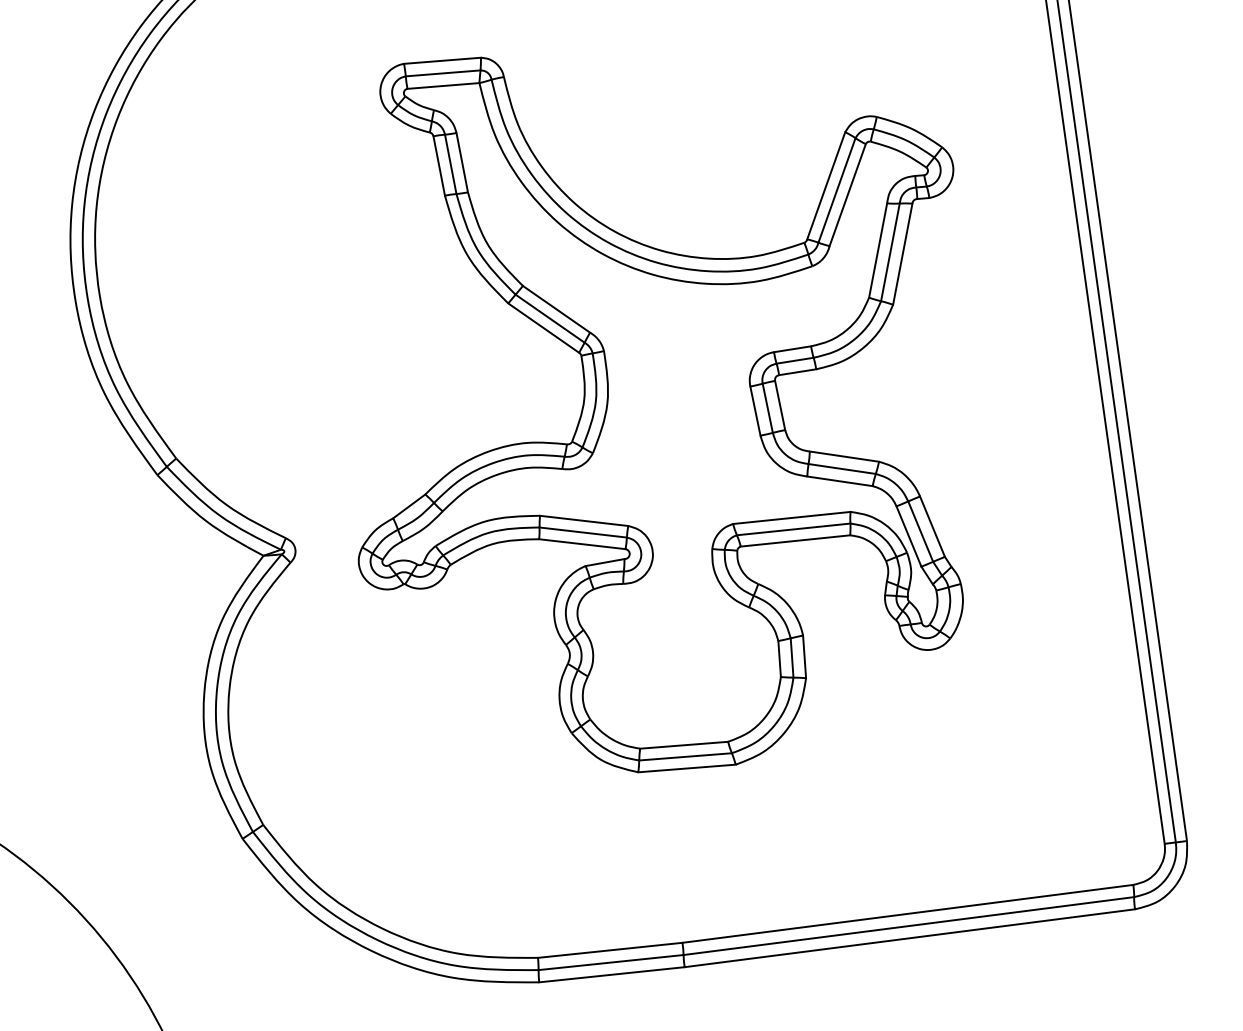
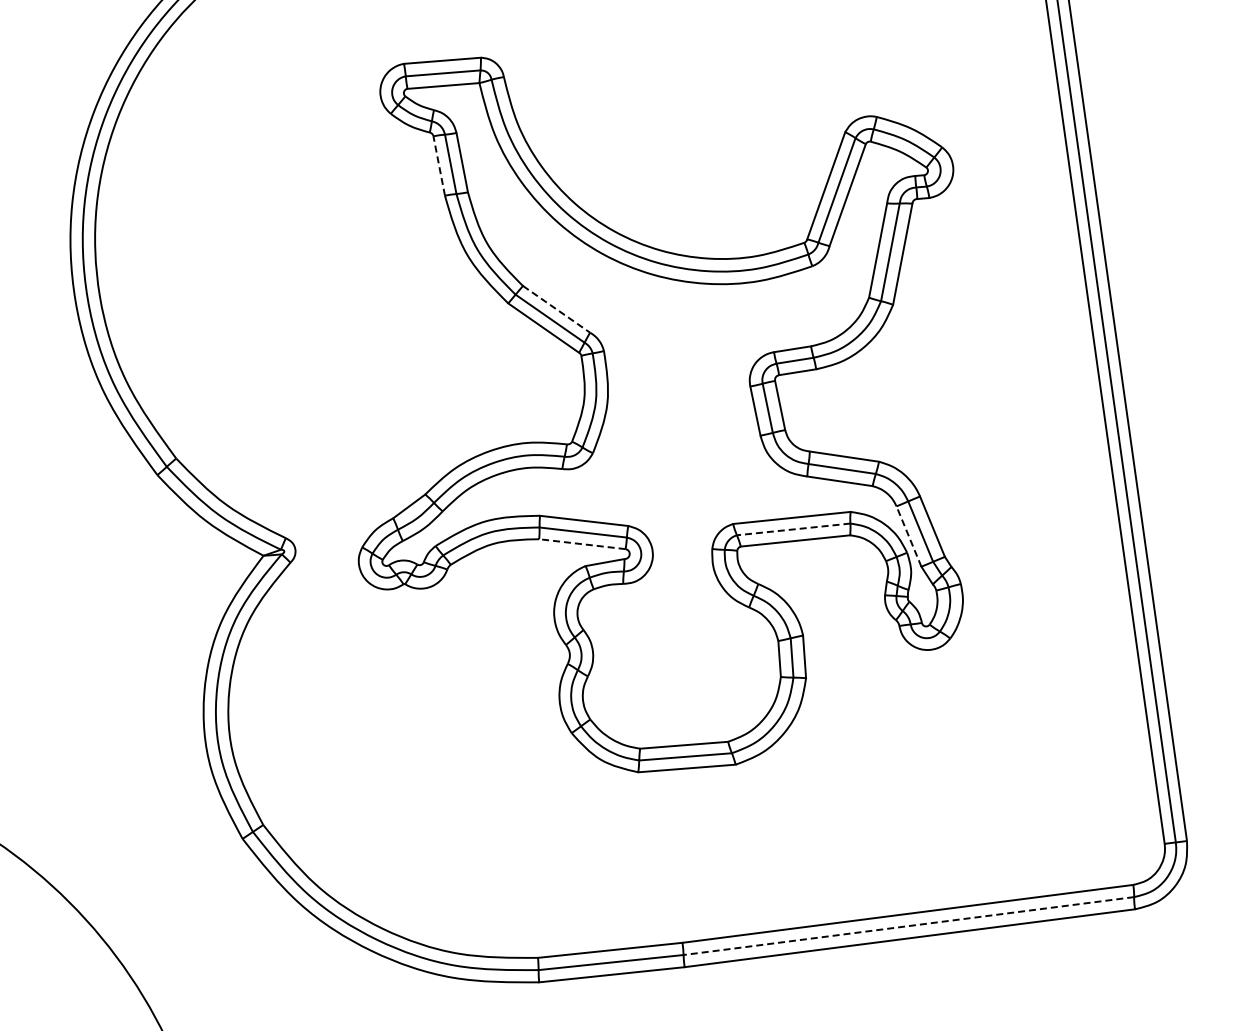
line at (439, 165): solid -> dashed
line at (556, 309): solid -> dashed
line at (793, 529): solid -> dashed
line at (908, 536): solid -> dashed
line at (581, 544): solid -> dashed
line at (908, 926): solid -> dashed
